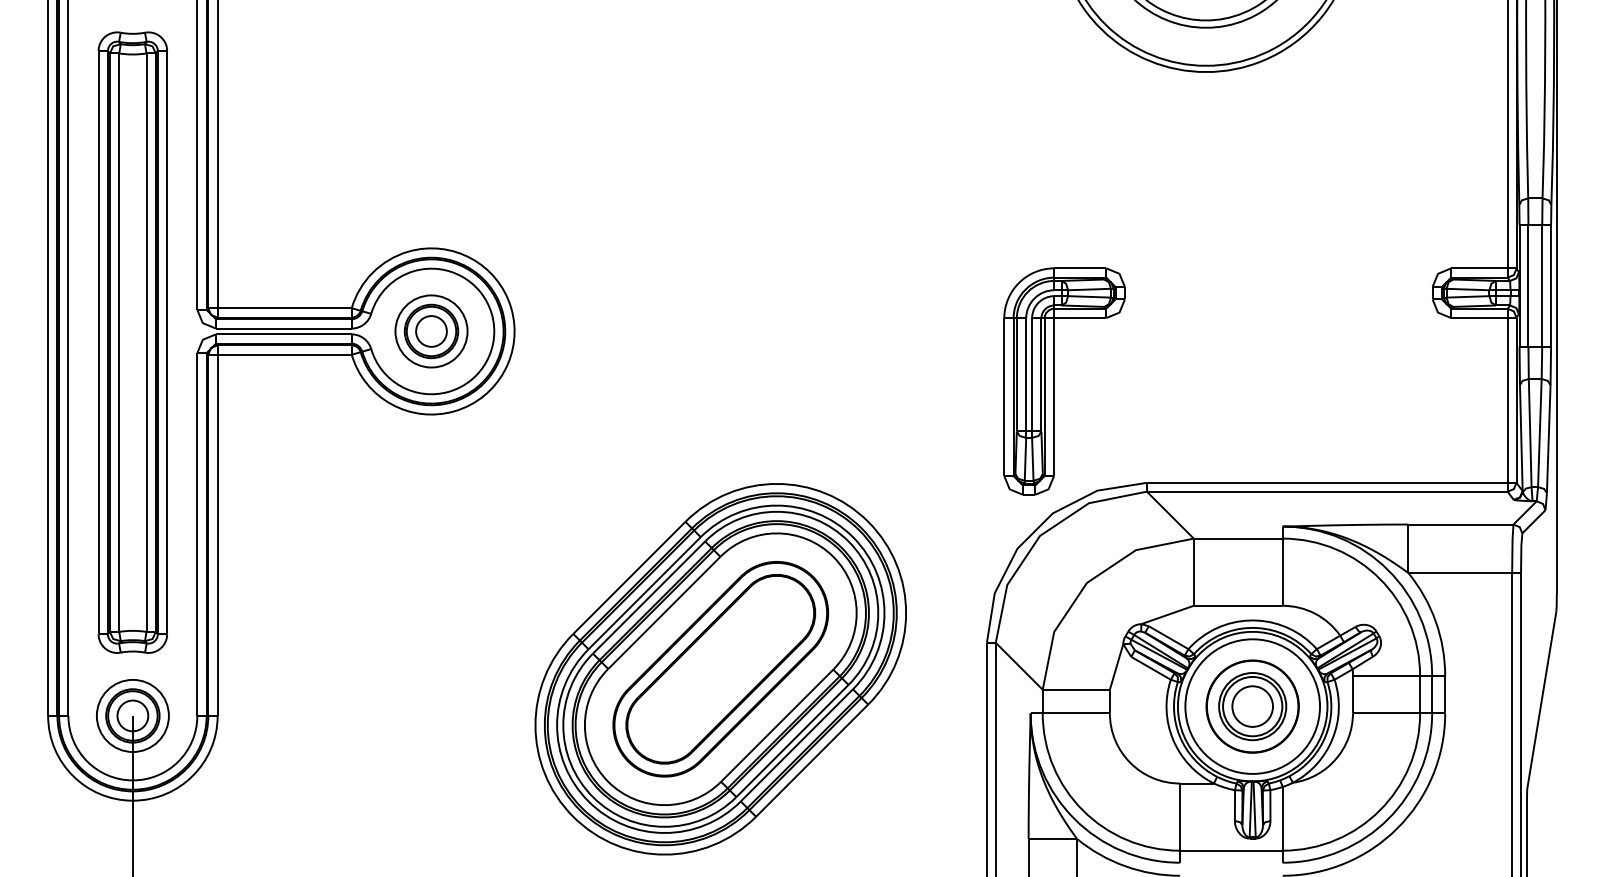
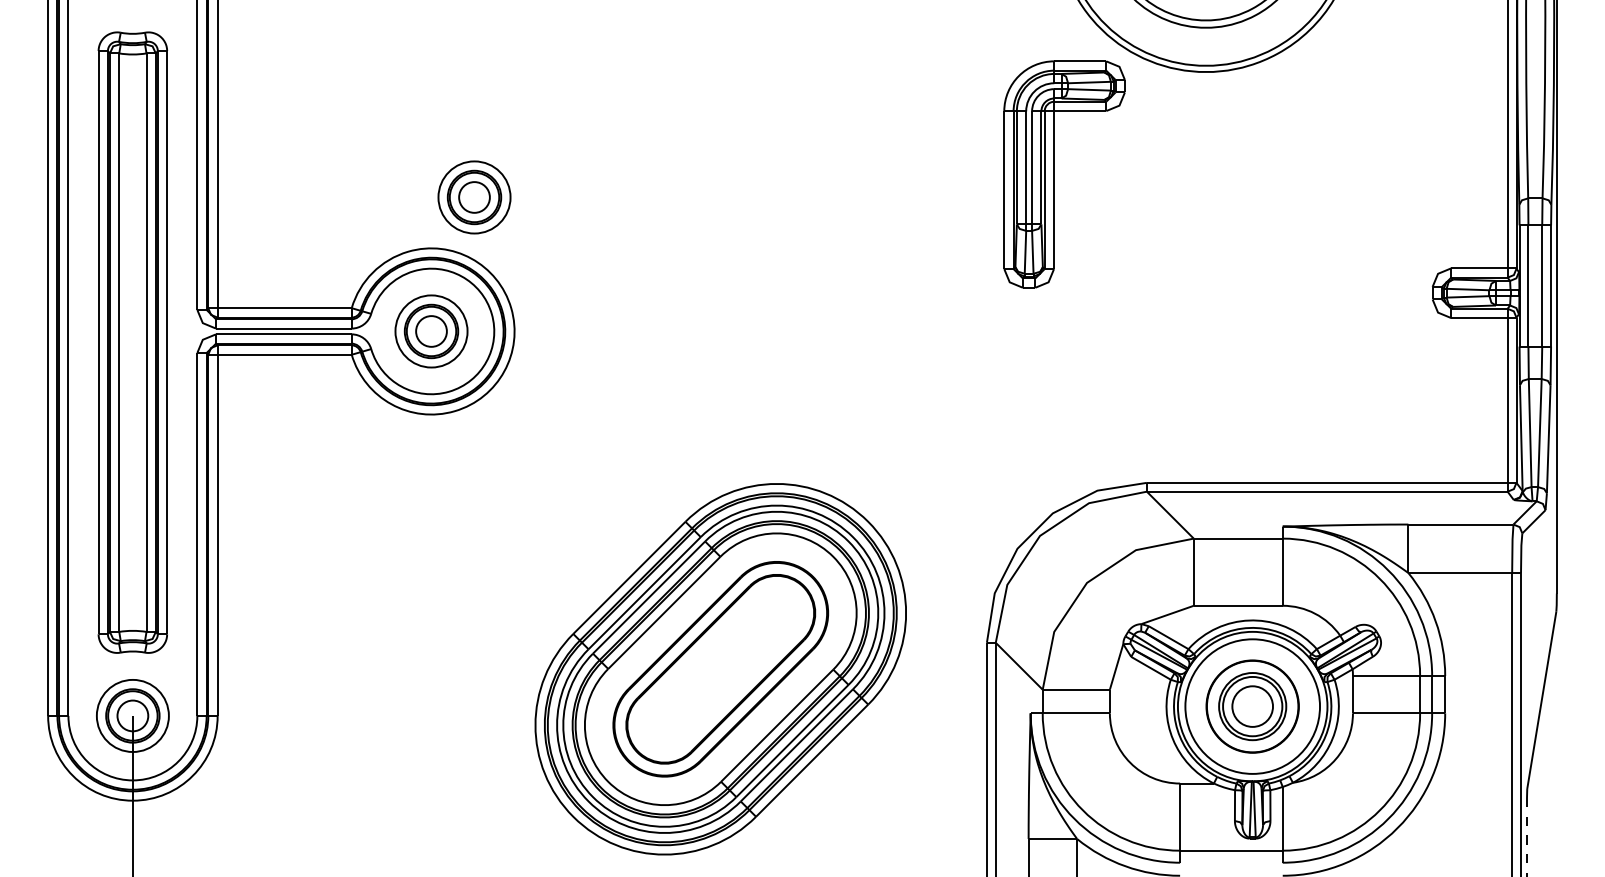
part at (474, 197): none -> present
part at (1054, 381) position: (1054, 381) -> (1054, 174)
line at (1526, 837): solid -> dashed
